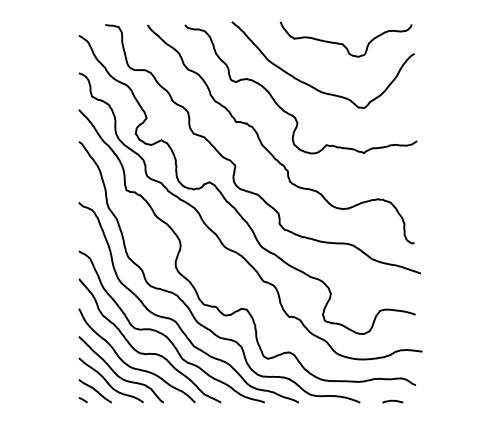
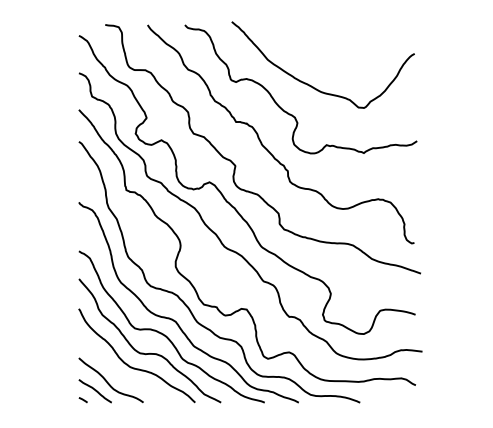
curve at (343, 43): present -> none
curve at (116, 373): present -> none
curve at (392, 401): present -> none
